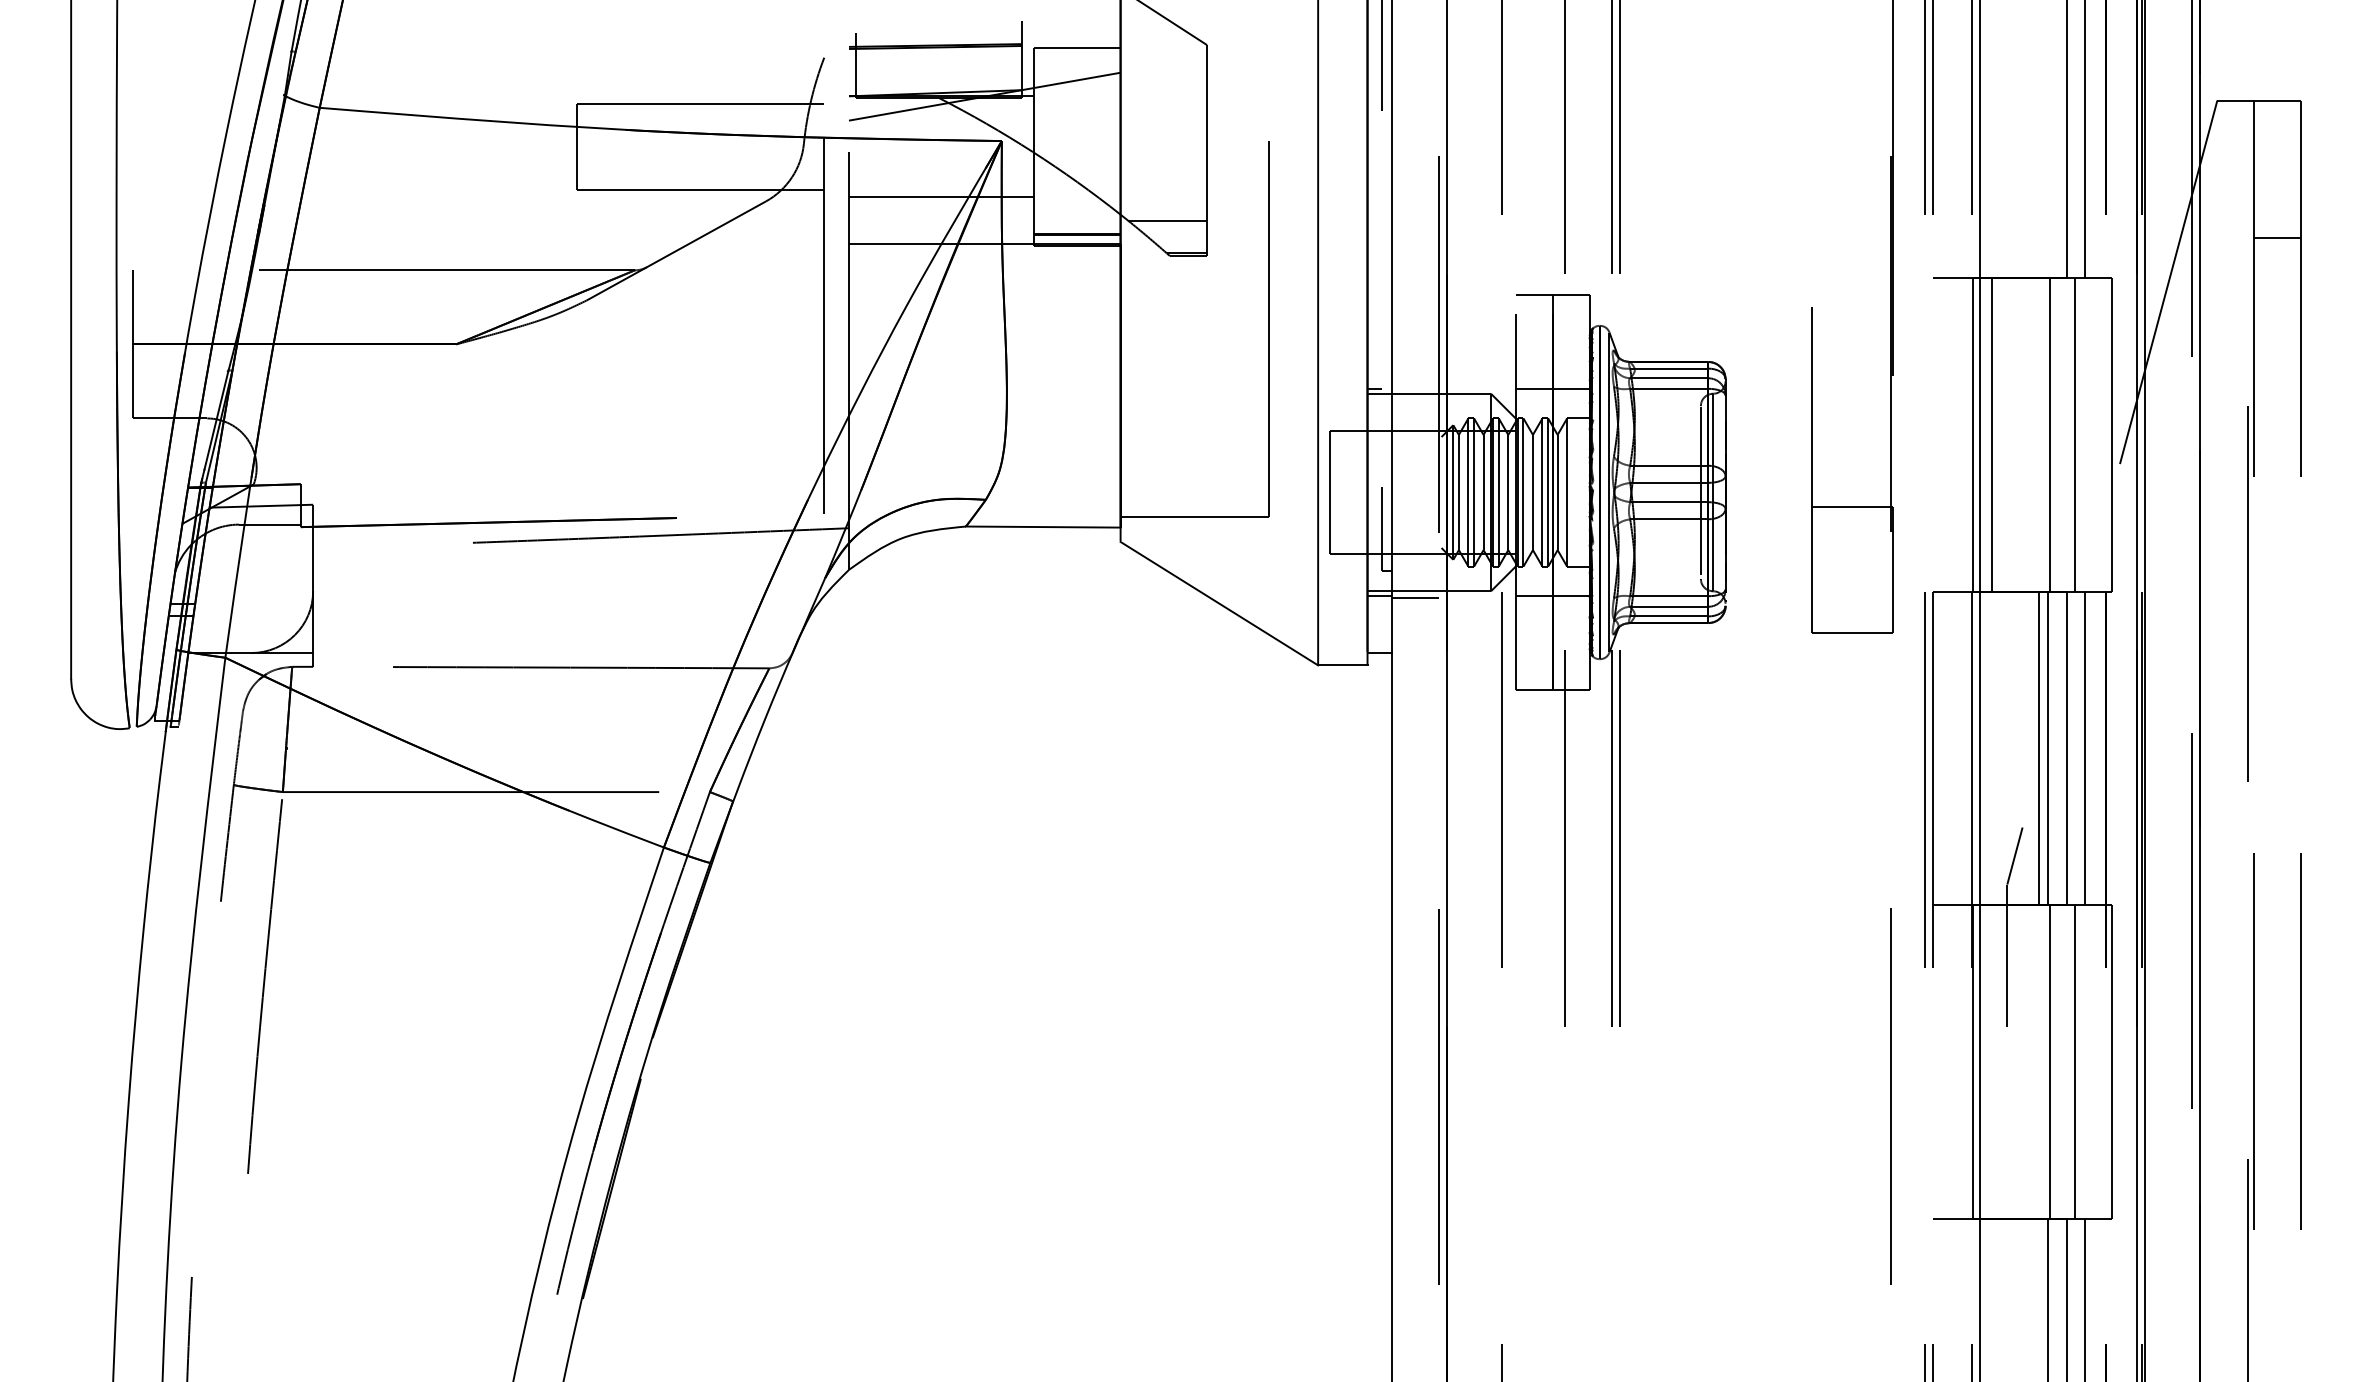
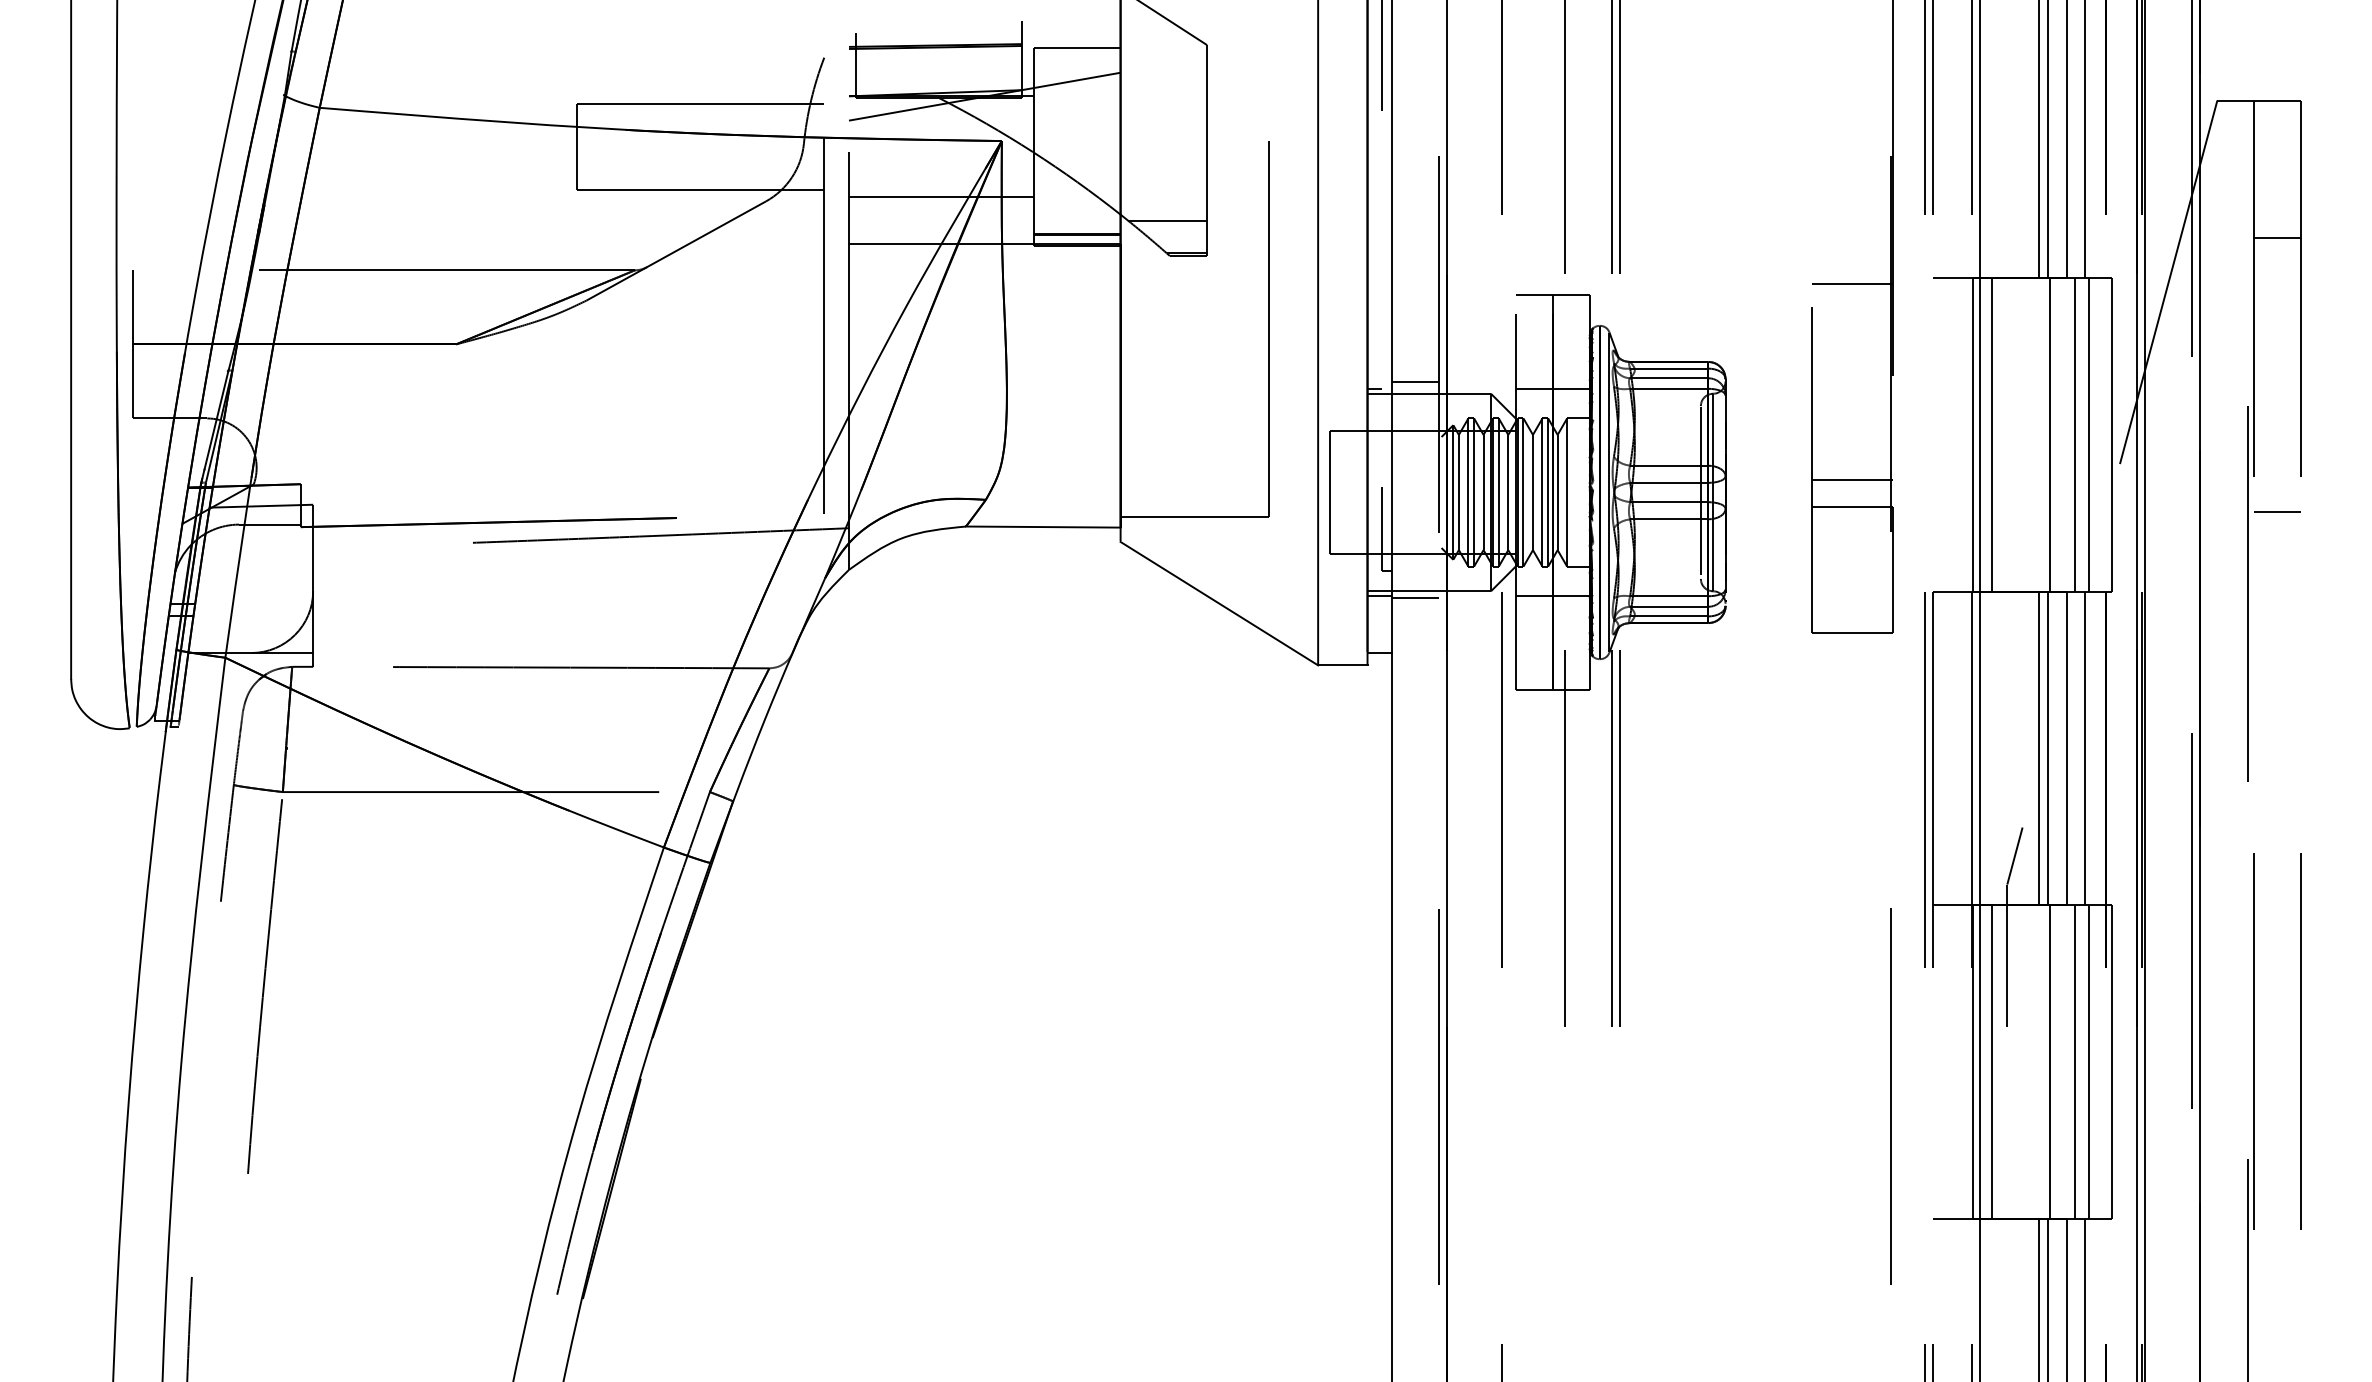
line at (2038, 139): none -> present
line at (2047, 139): none -> present
line at (1852, 284): none -> present
line at (1415, 382): none -> present
line at (2089, 434): none -> present
line at (1852, 480): none -> present
line at (2276, 511): none -> present
line at (1992, 1061): none -> present
line at (2089, 1061): none -> present
line at (2038, 1298): none -> present
